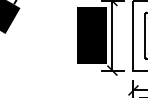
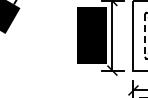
line at (145, 35): solid -> dashed
